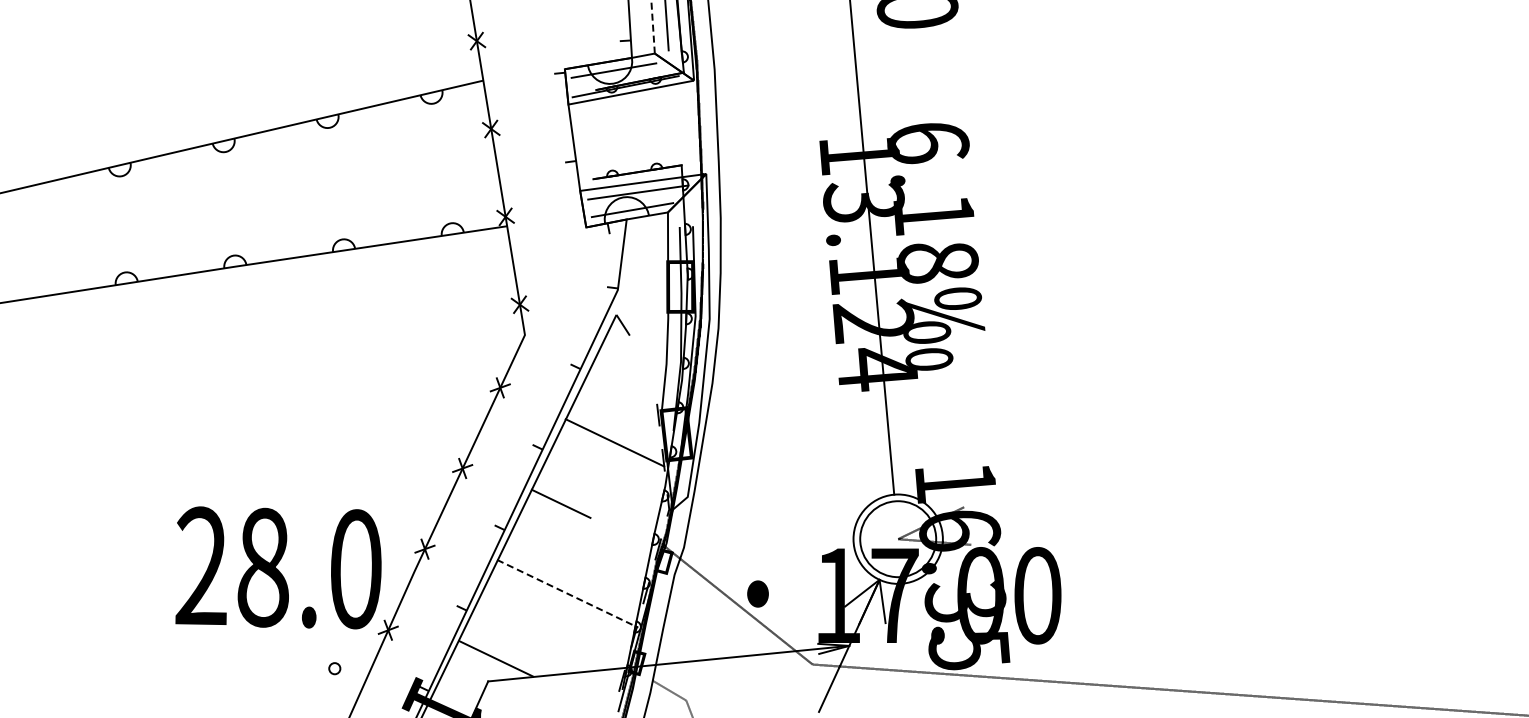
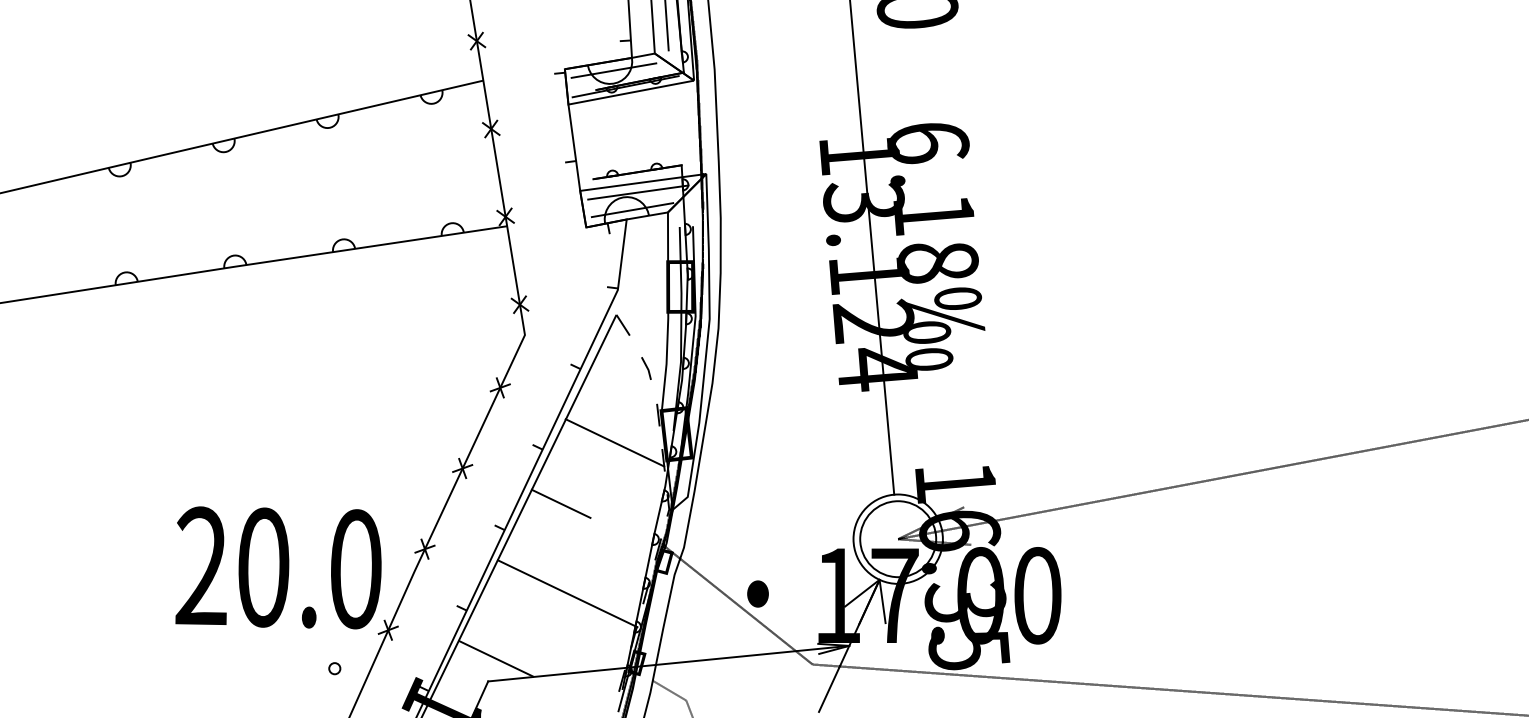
line at (653, 26): dashed -> solid
line at (646, 368): none -> present
line at (1211, 479): none -> present
text at (263, 567): 28.0 -> 20.0
line at (568, 594): dashed -> solid
